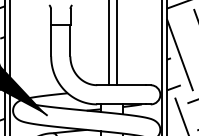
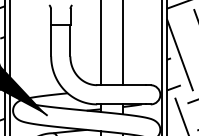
line at (108, 43) position: (108, 43) -> (100, 43)
line at (116, 43) position: (116, 43) -> (122, 43)
